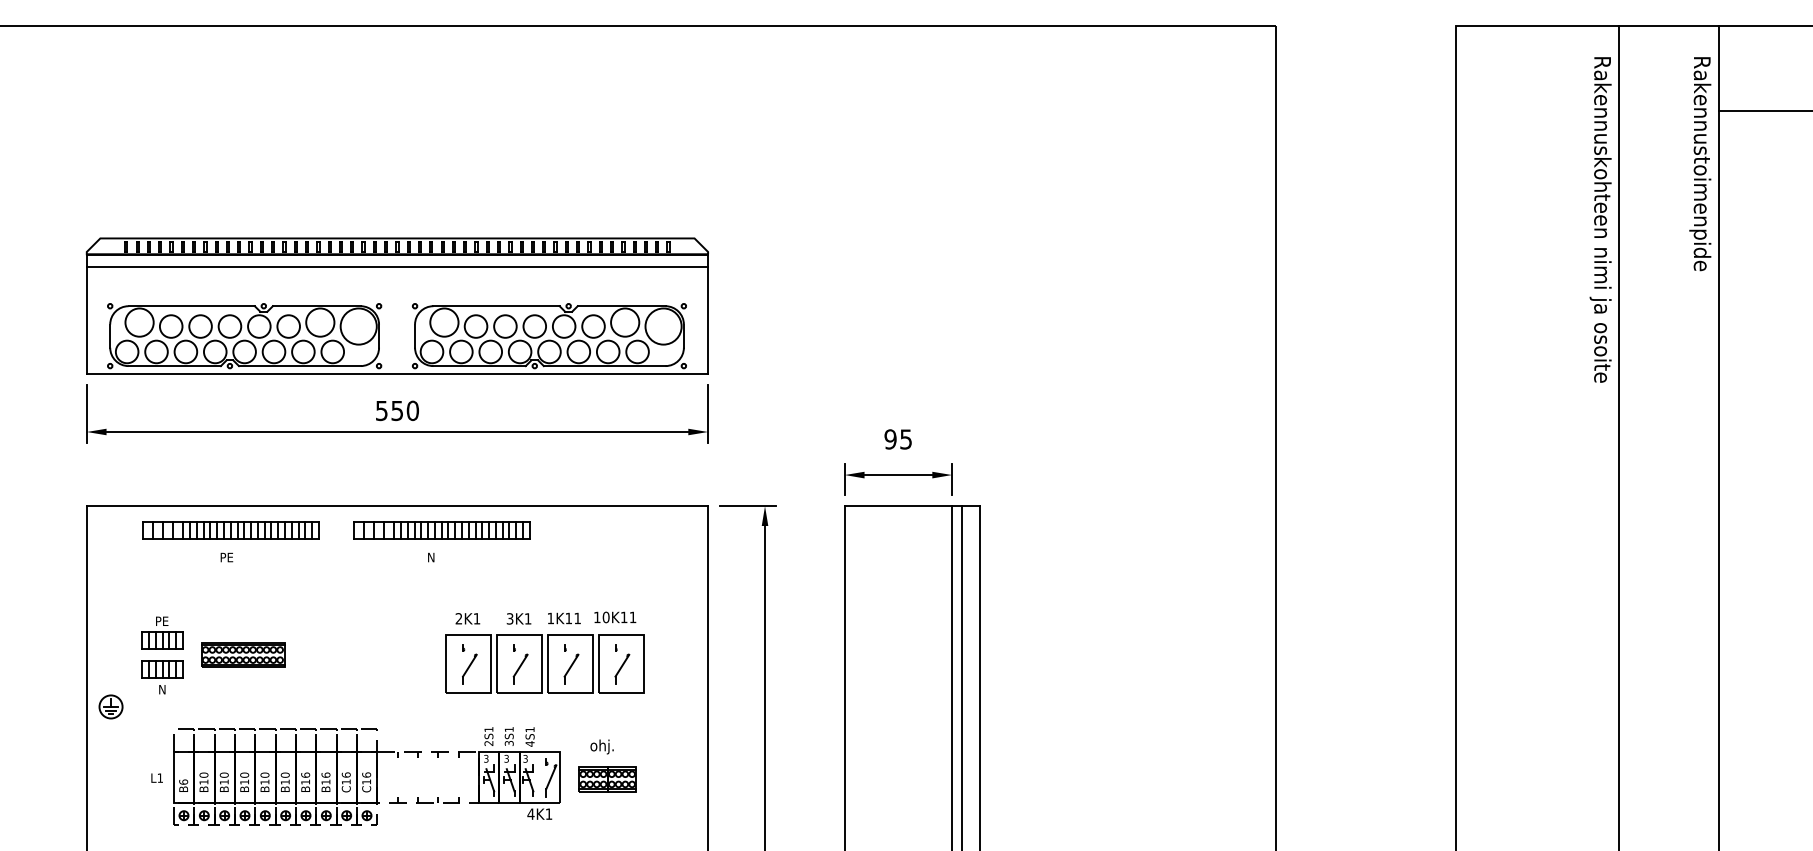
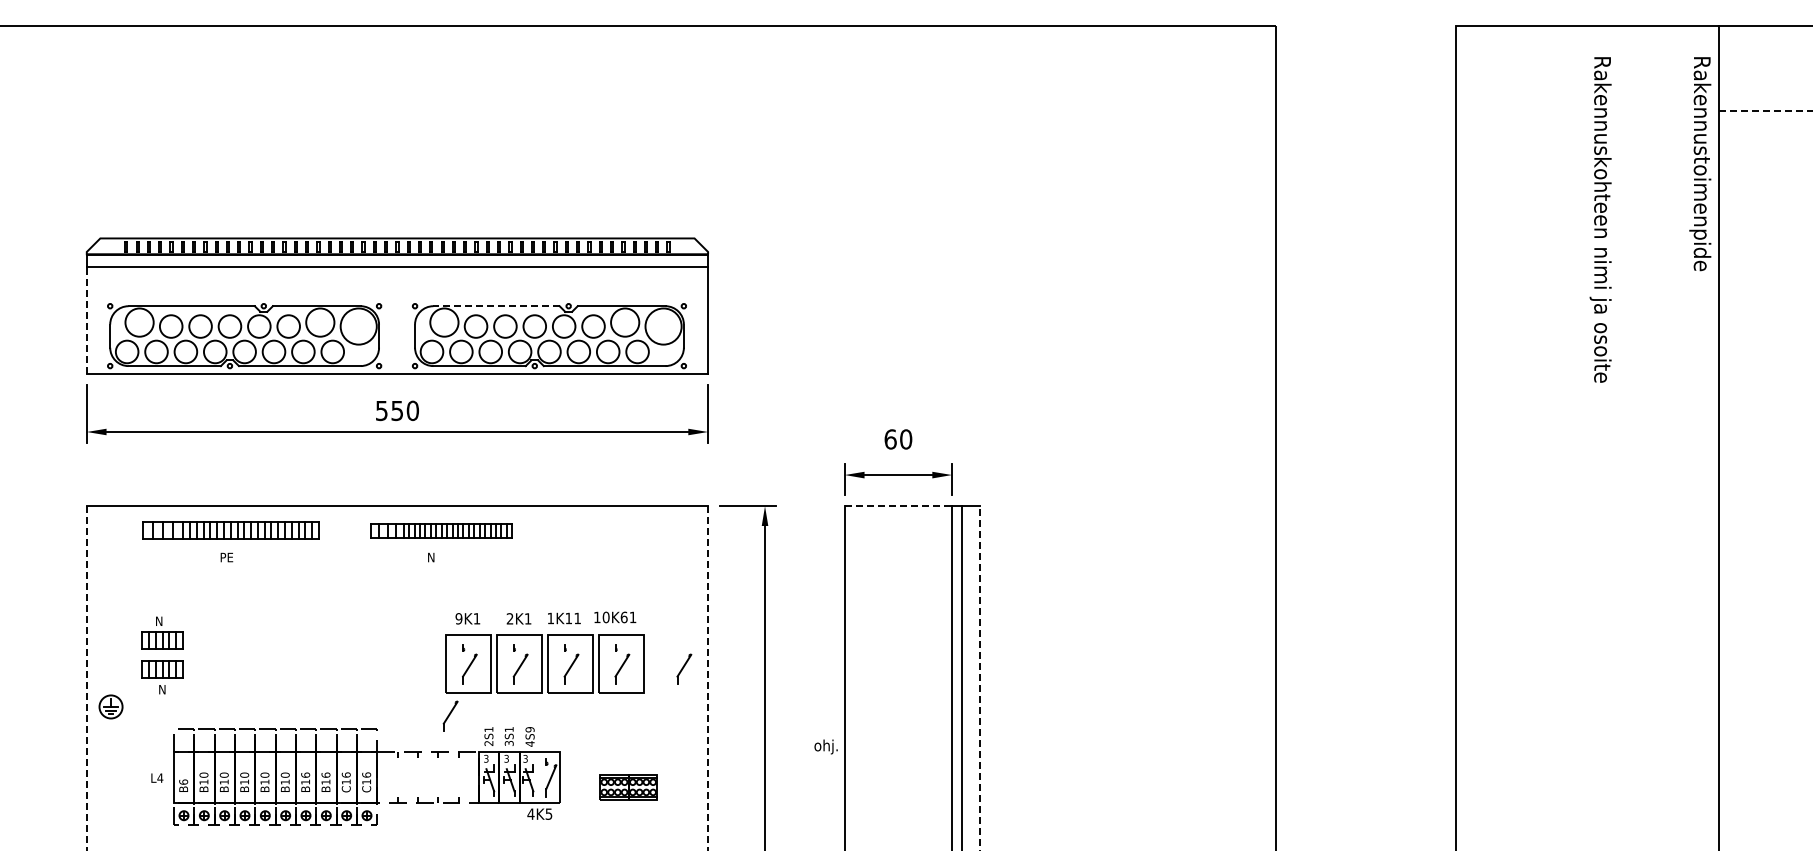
line at (1765, 110): solid -> dashed
line at (496, 306): solid -> dashed
line at (86, 320): solid -> dashed
line at (1619, 436): present -> none
text at (898, 439): 95 -> 60
line at (898, 506): solid -> dashed
part at (441, 530) size: 178x19 px -> 143x16 px
text at (623, 617): 10K11 -> 10K61
text at (458, 618): 2K1 -> 9K1
text at (509, 619): 3K1 -> 2K1
text at (162, 620): PE -> N
part at (243, 654): present -> none
part at (684, 668): none -> present
line at (87, 678): solid -> dashed
line at (708, 678): solid -> dashed
line at (980, 678): solid -> dashed
part at (450, 715): none -> present
text at (529, 729): 4S1 -> 4S9
text at (601, 746) position: (601, 746) -> (825, 746)
text at (160, 777): L1 -> L4
part at (607, 779) position: (607, 779) -> (628, 787)
text at (548, 813): 4K1 -> 4K5
